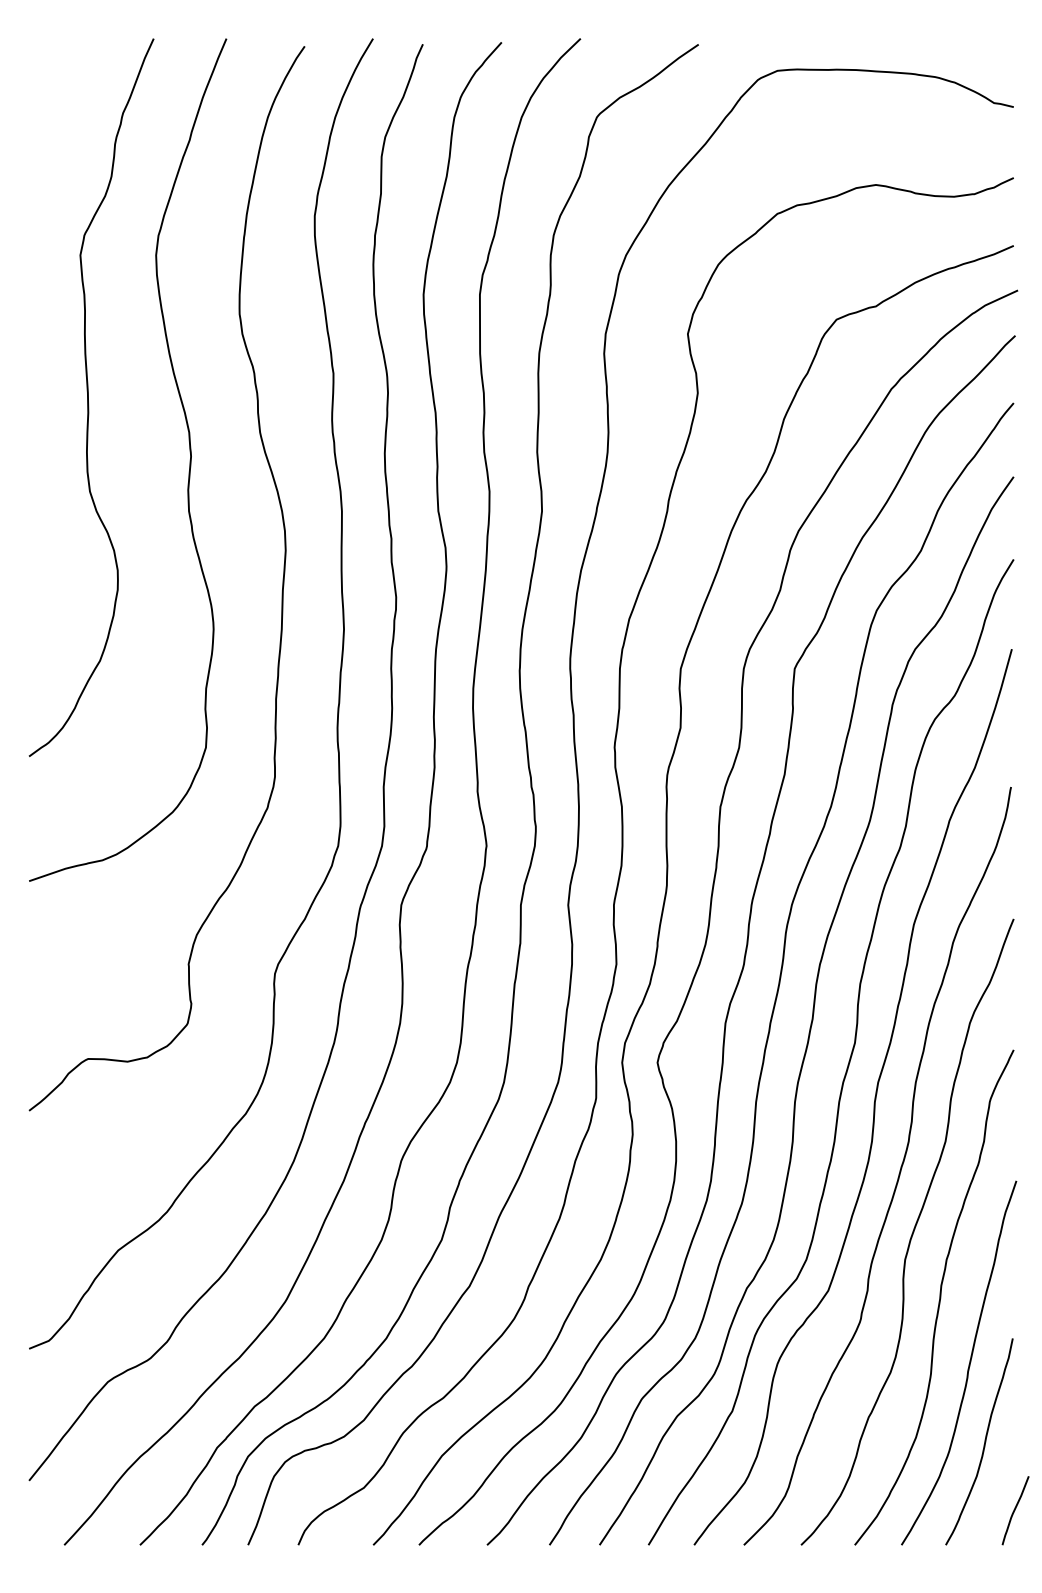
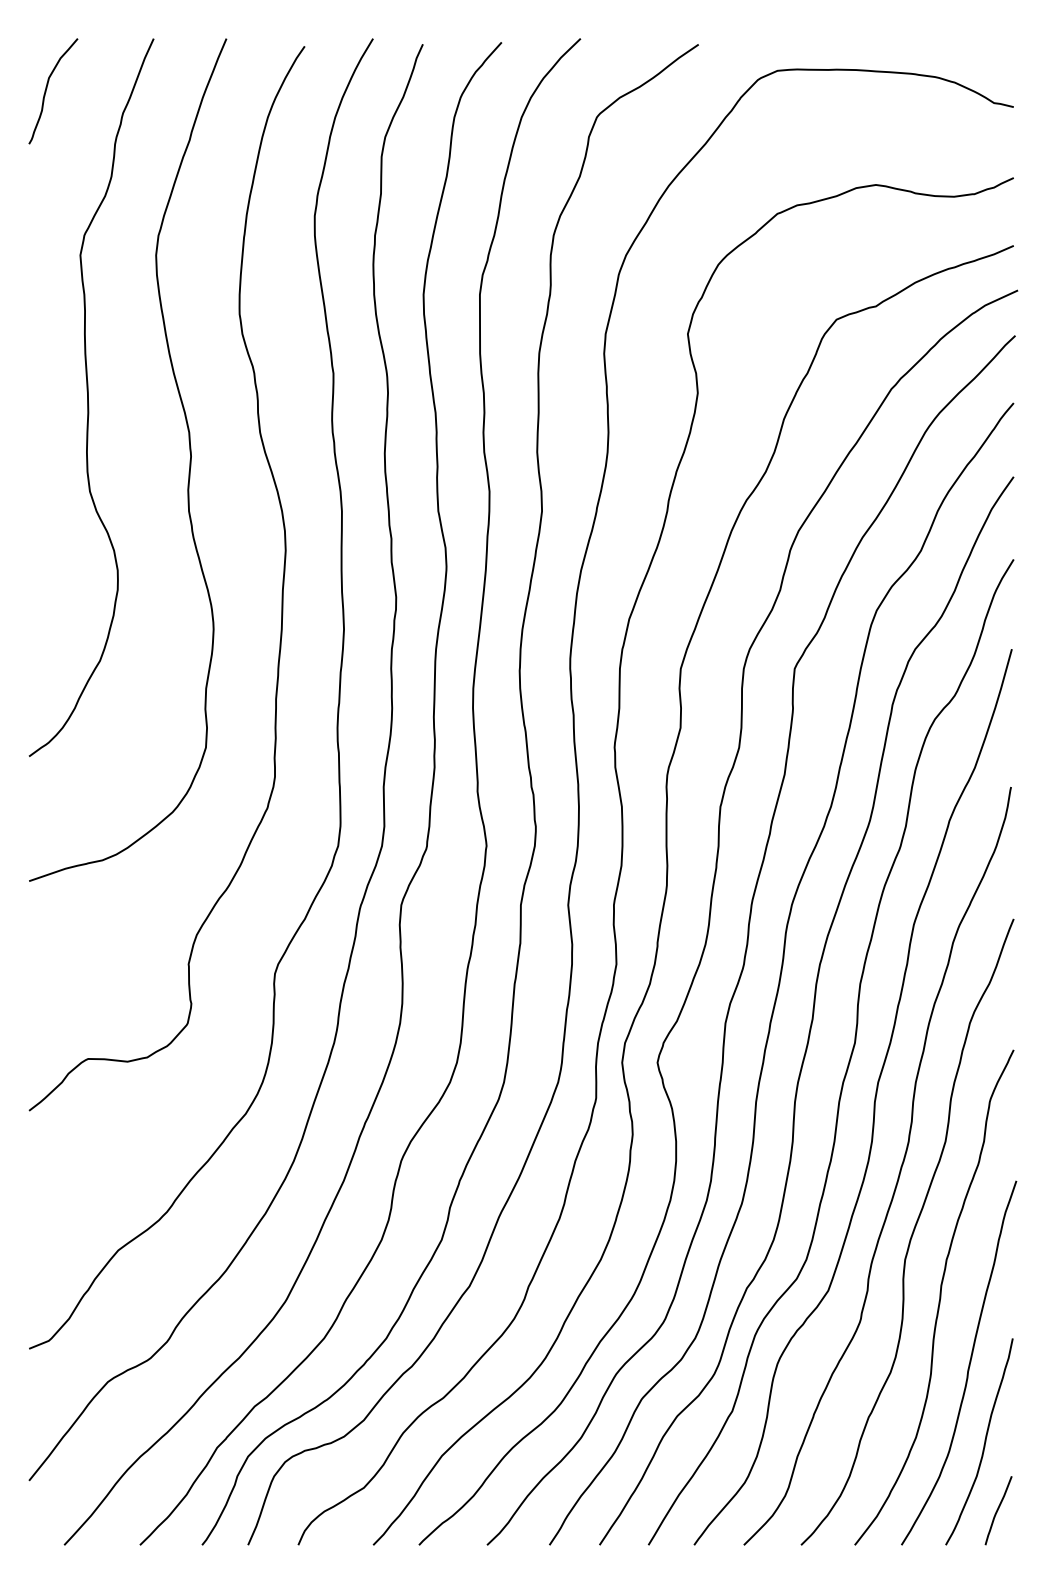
curve at (47, 88): none -> present
curve at (1015, 1510) position: (1015, 1510) -> (998, 1510)
